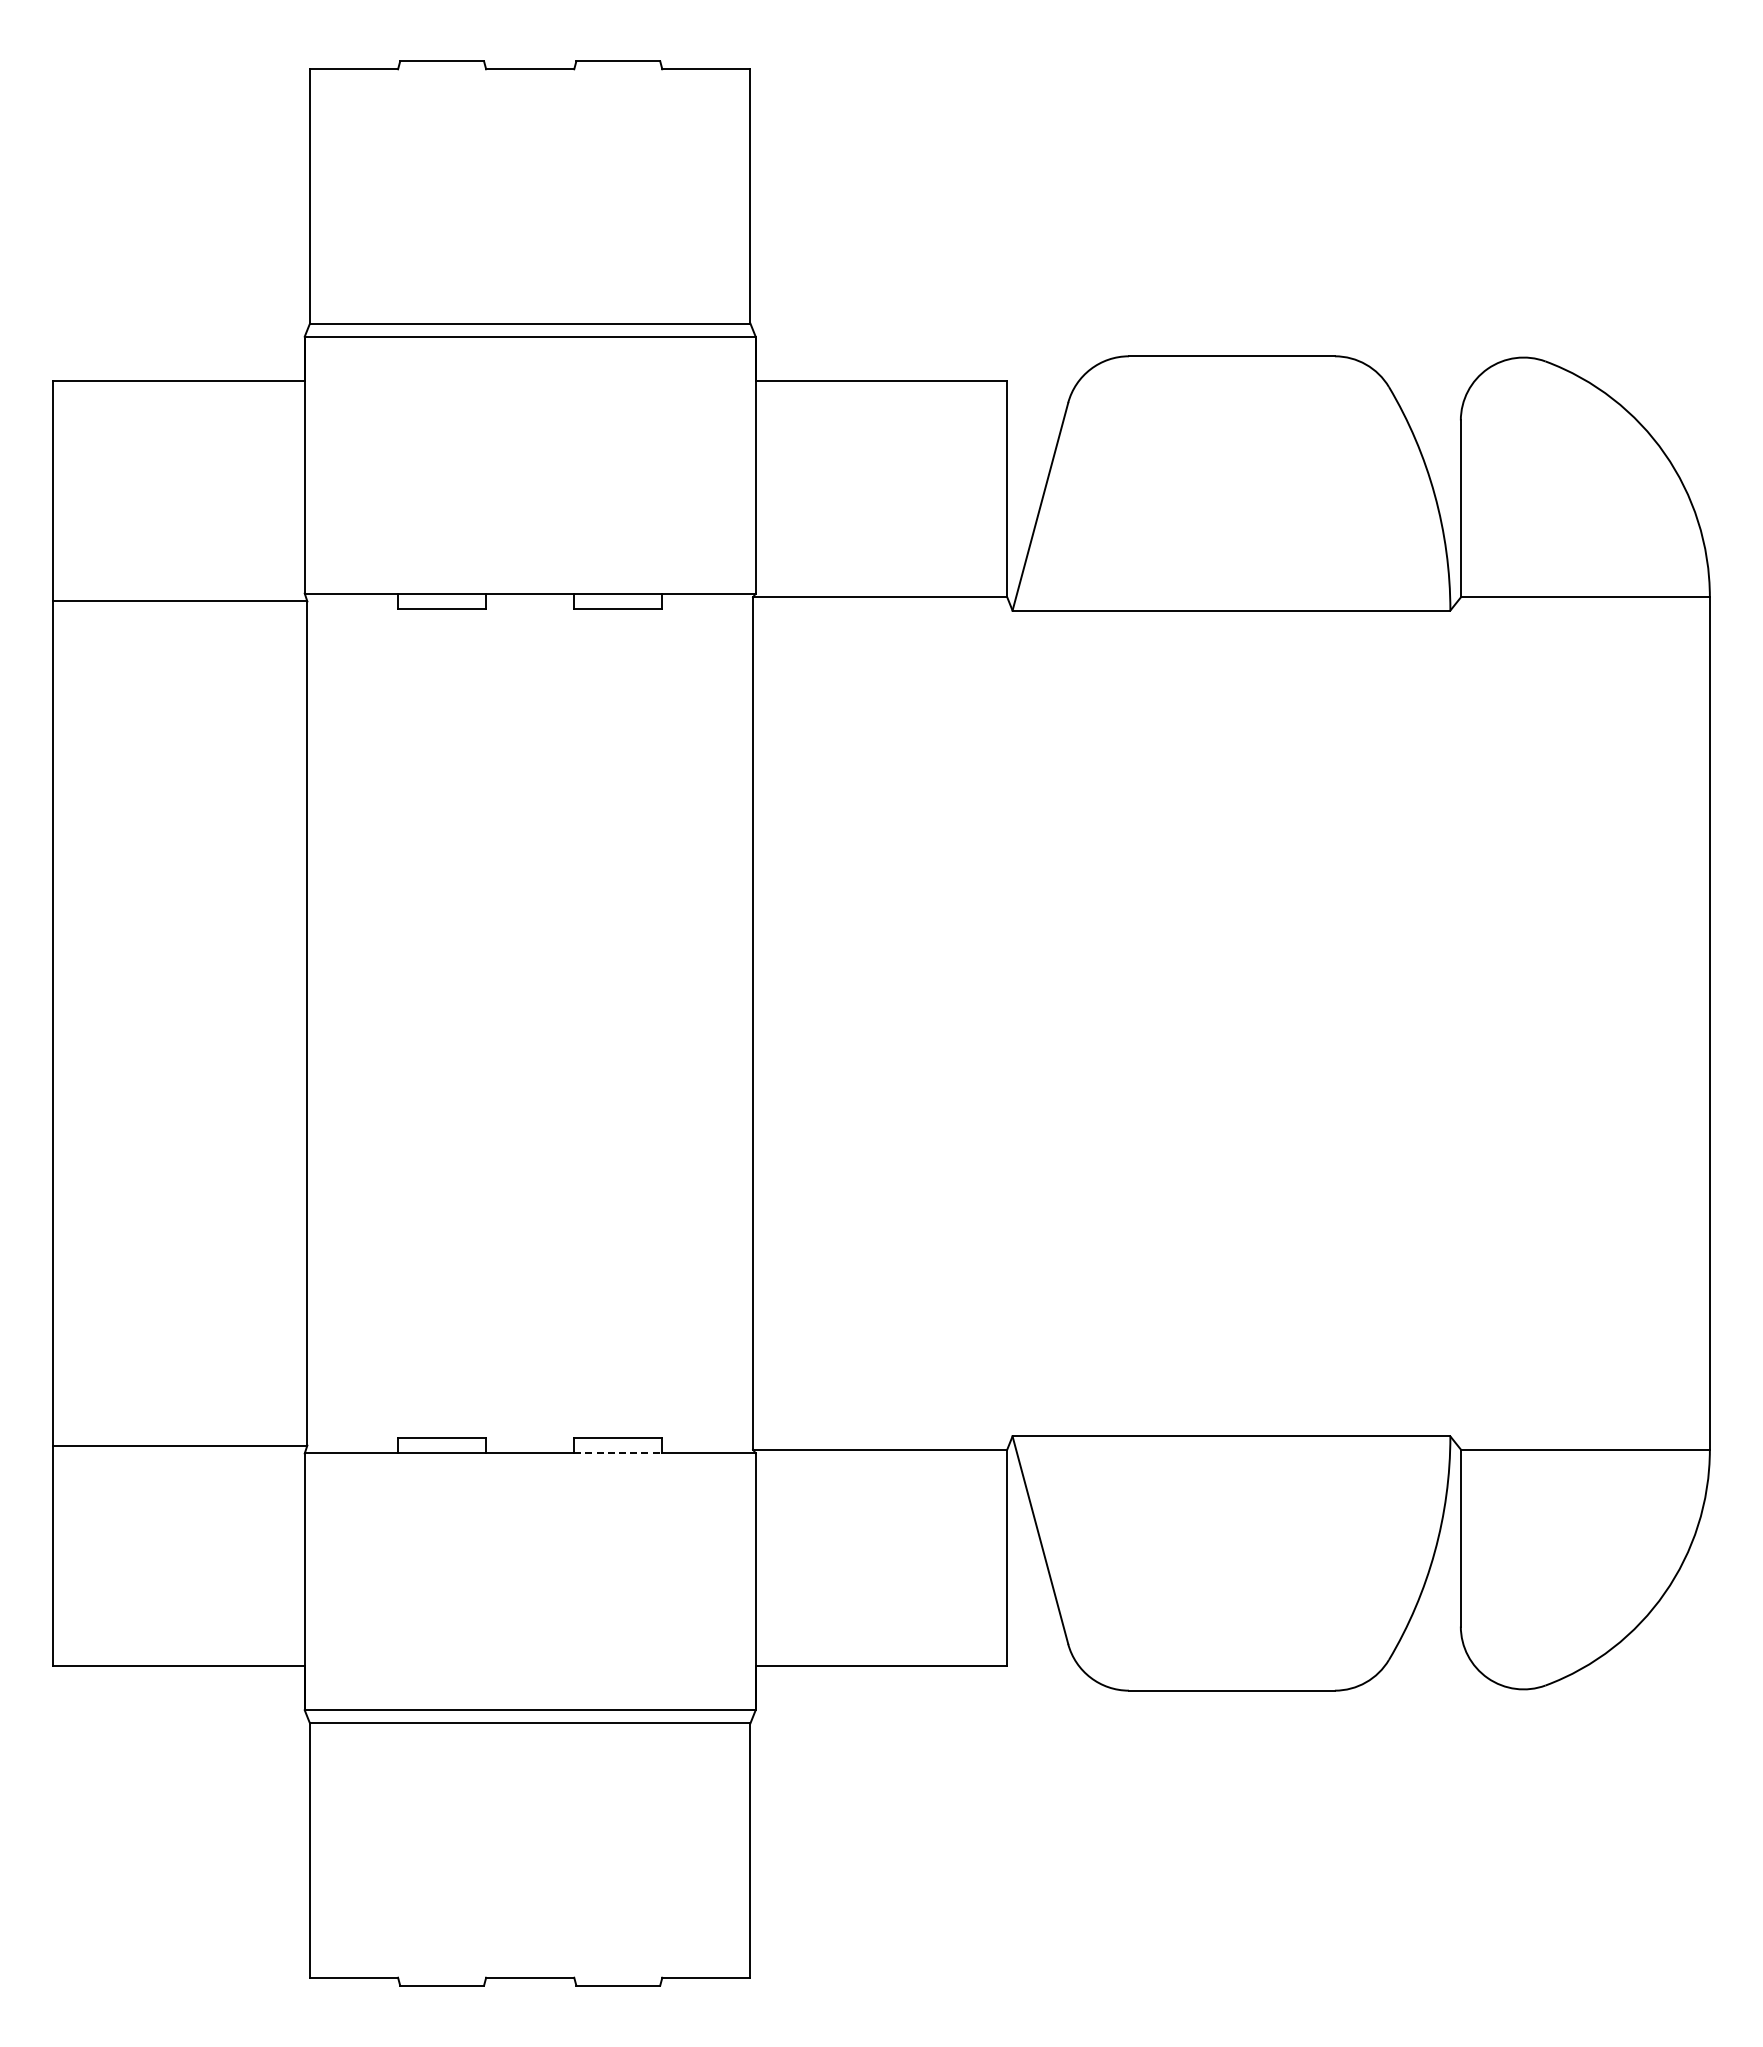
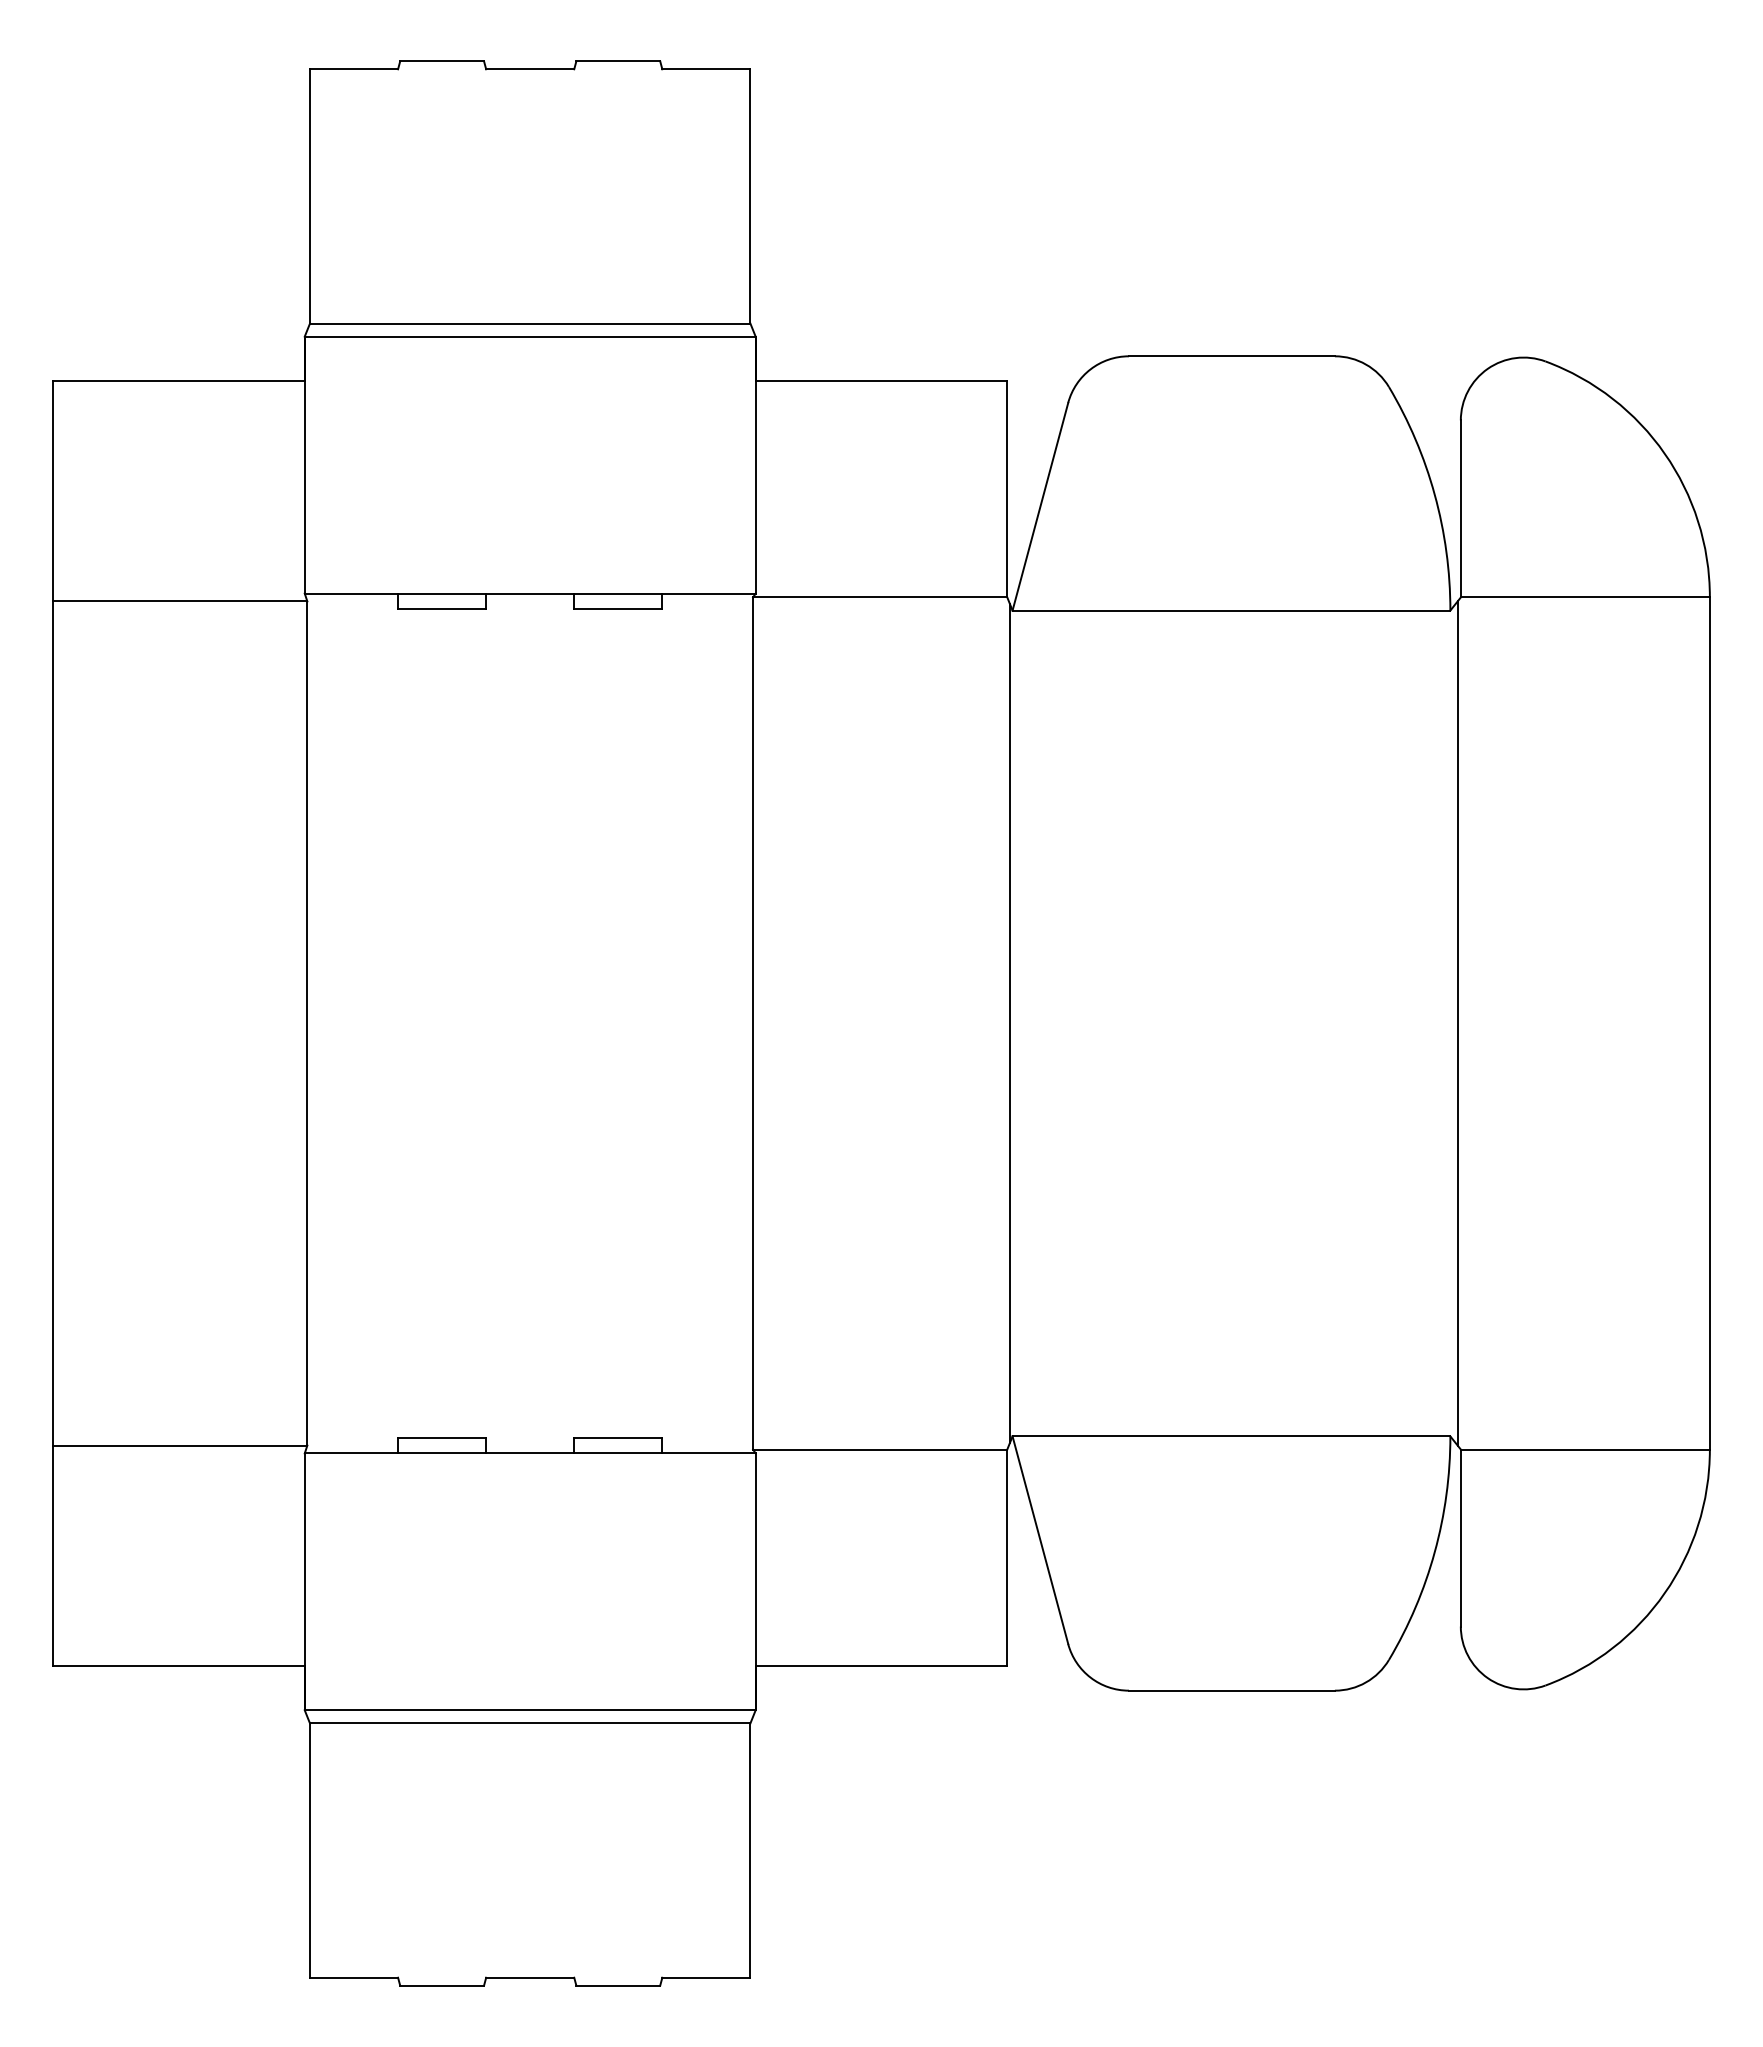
line at (1009, 1023): none -> present
line at (1458, 1023): none -> present
line at (618, 1453): dashed -> solid
